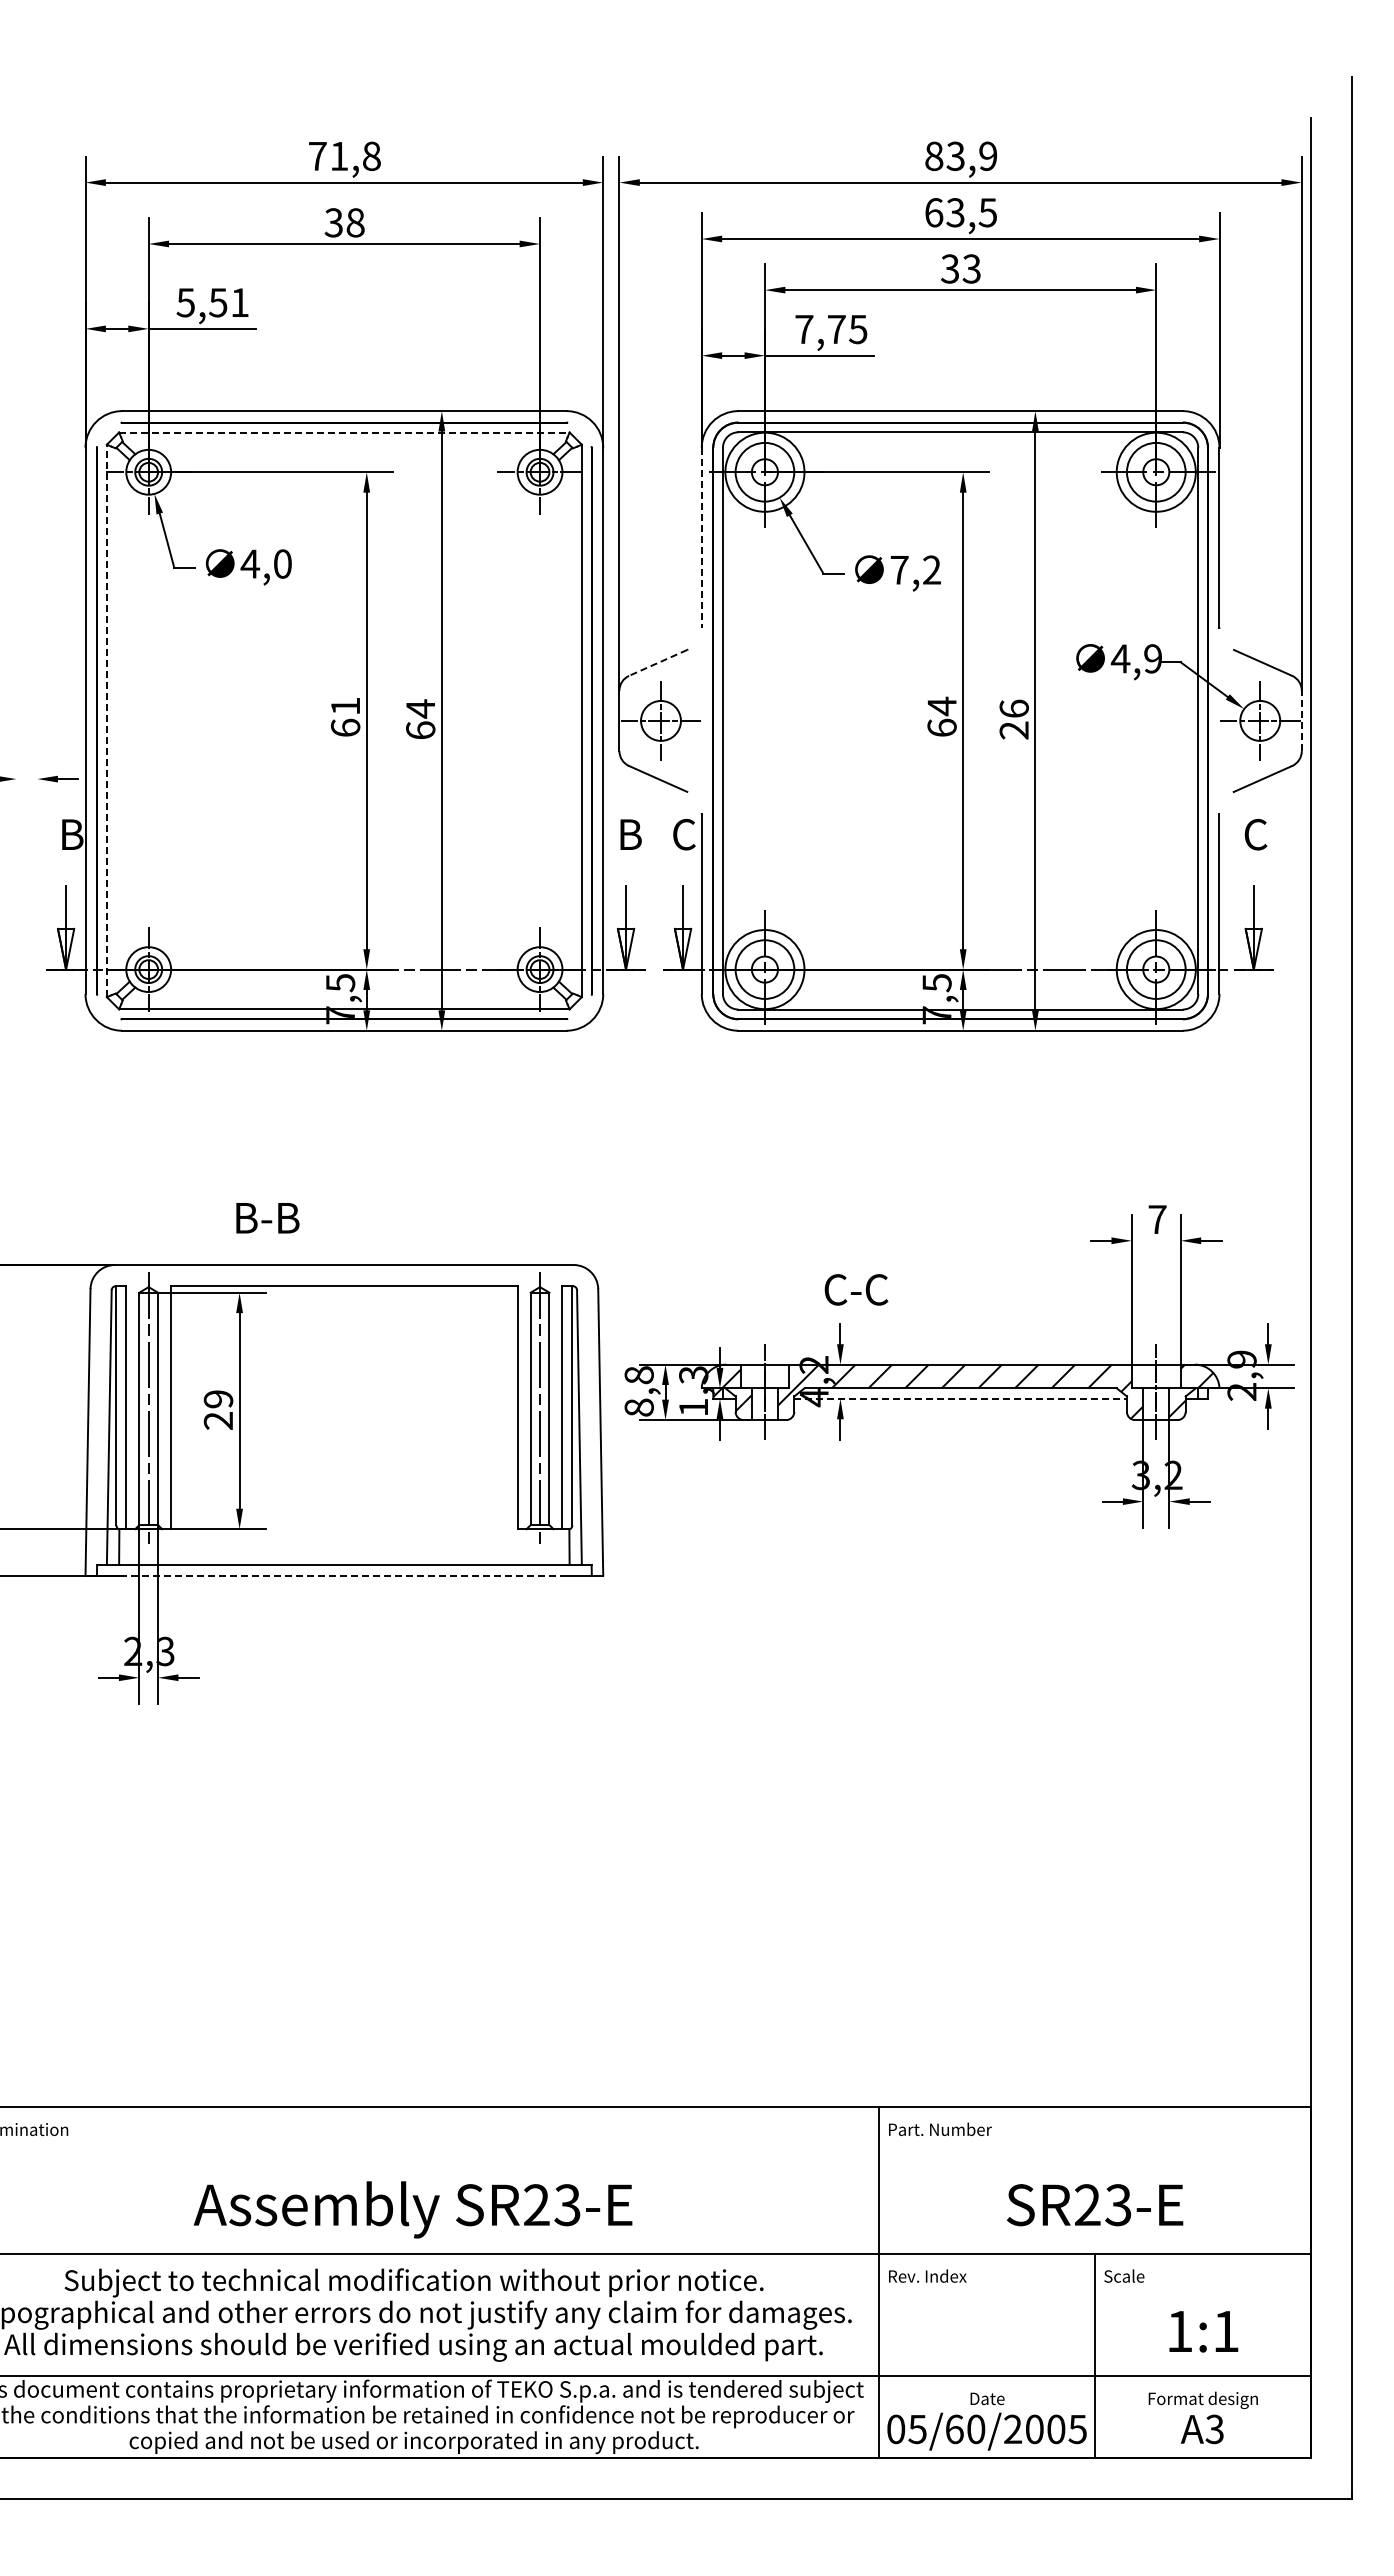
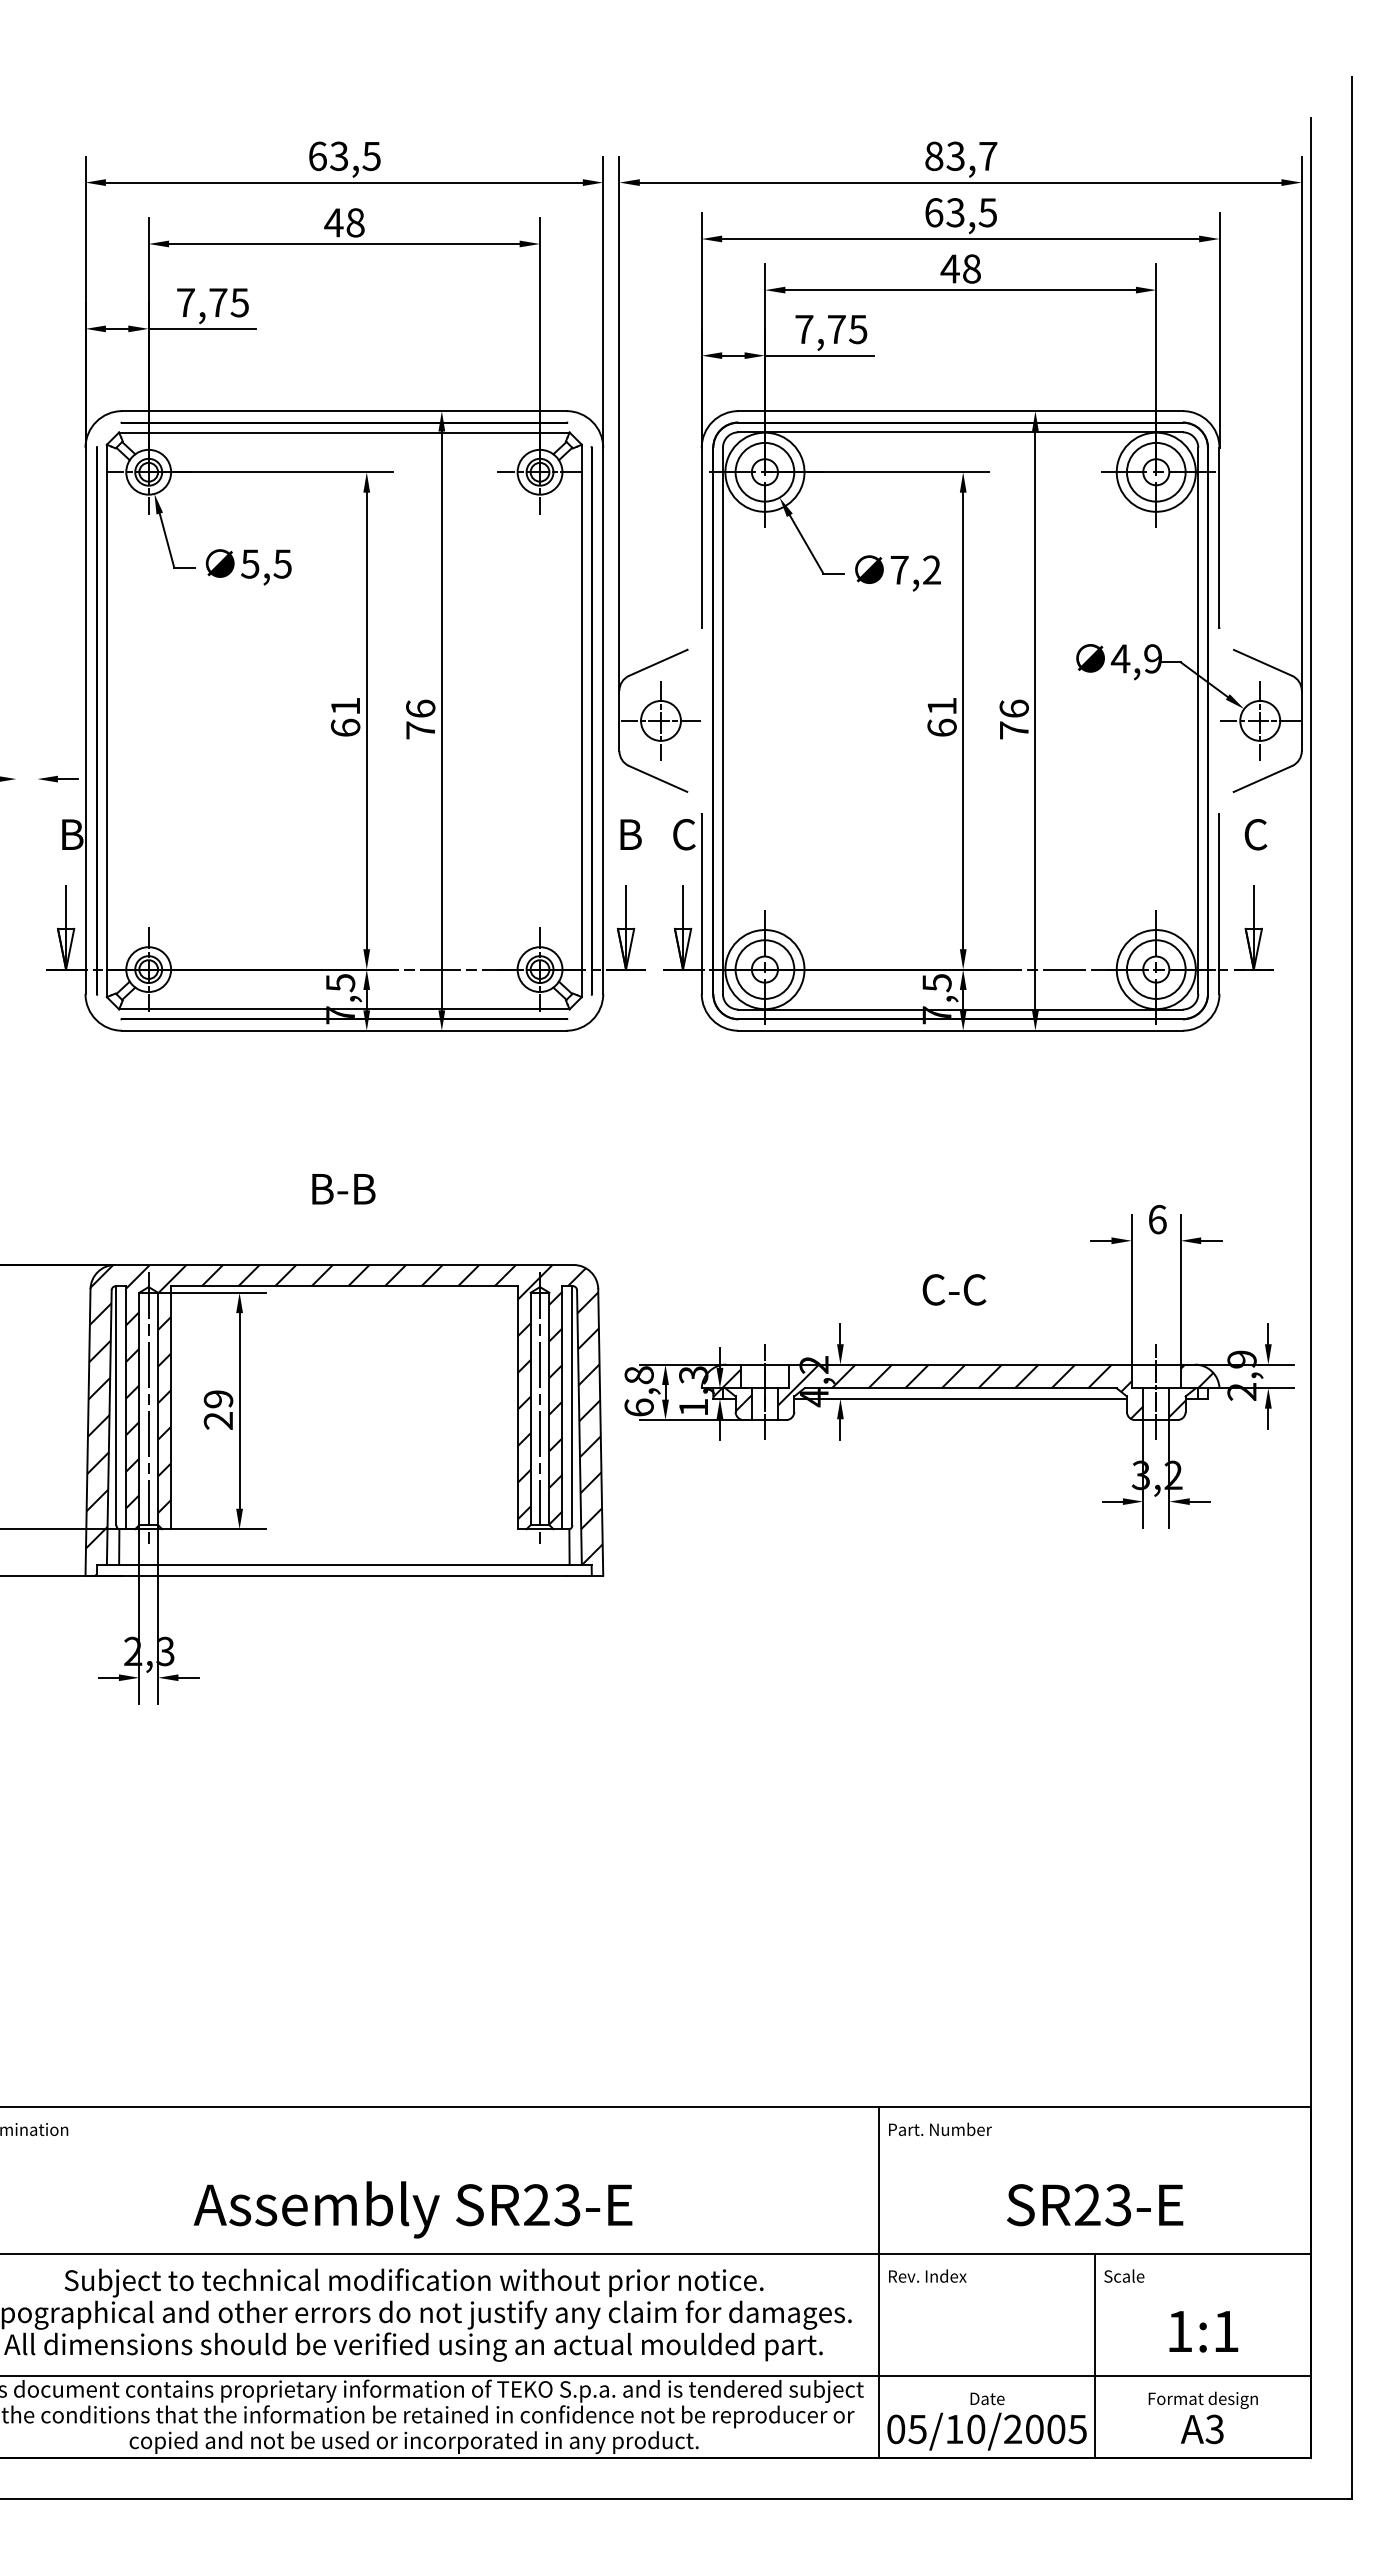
text at (344, 156): 71,8 -> 63,5
text at (988, 156): 83,9 -> 83,7
text at (333, 222): 38 -> 48
text at (960, 268): 33 -> 48
text at (212, 302): 5,51 -> 7,75
line at (344, 432): dashed -> solid
line at (701, 537): dashed -> solid
text at (265, 563): 4,0 -> 5,5
line at (658, 662): dashed -> solid
text at (941, 706): 64 -> 61
text at (420, 719): 64 -> 76
line at (106, 720): dashed -> solid
line at (1301, 720): dashed -> solid
text at (1013, 730): 26 -> 76
text at (267, 1218) position: (267, 1218) -> (343, 1189)
text at (1157, 1219): 7 -> 6
text at (856, 1289) position: (856, 1289) -> (954, 1289)
line at (961, 1398): dashed -> solid
text at (638, 1407): 8,8 -> 6,8
hatch at (344, 1420): none -> present
line at (343, 1575): dashed -> solid
text at (954, 2429): 05/60/2005 -> 05/10/2005
